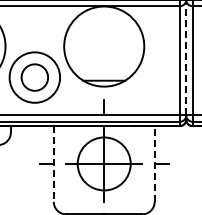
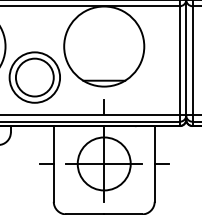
line at (186, 57): dashed -> solid
circle at (34, 77) diameter: 26 px -> 38 px
line at (53, 163): dashed -> solid
line at (154, 163): dashed -> solid
